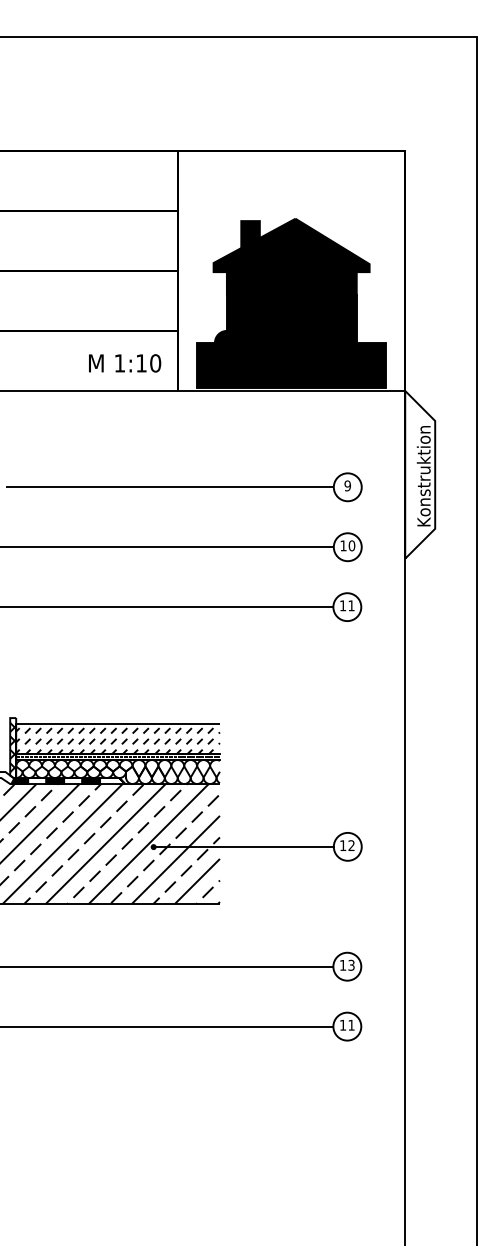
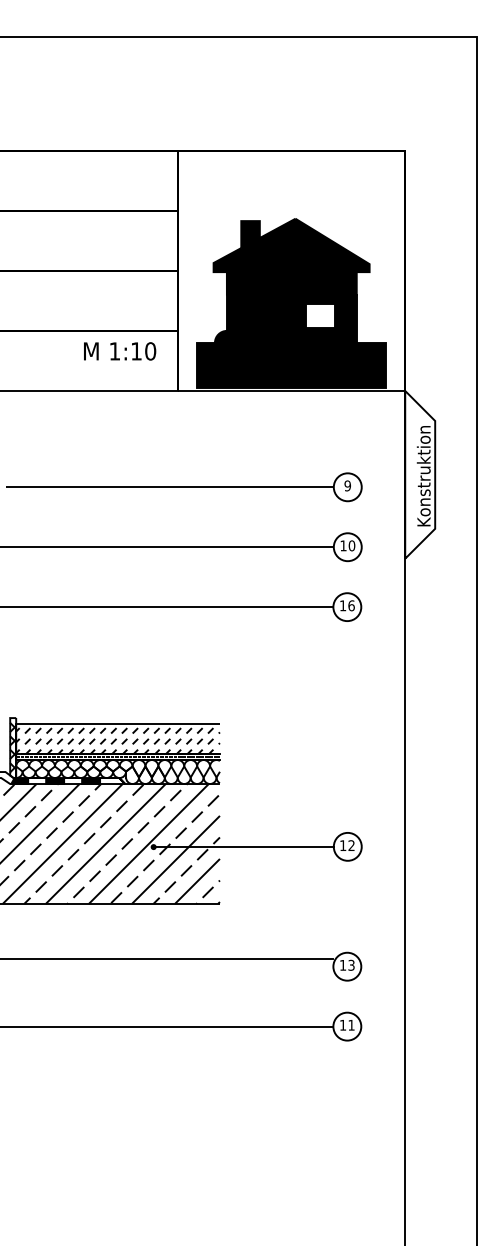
fill at (320, 316): present -> none
text at (125, 363) position: (125, 363) -> (120, 351)
text at (351, 605): 11 -> 16
line at (167, 966) position: (167, 966) -> (167, 958)
